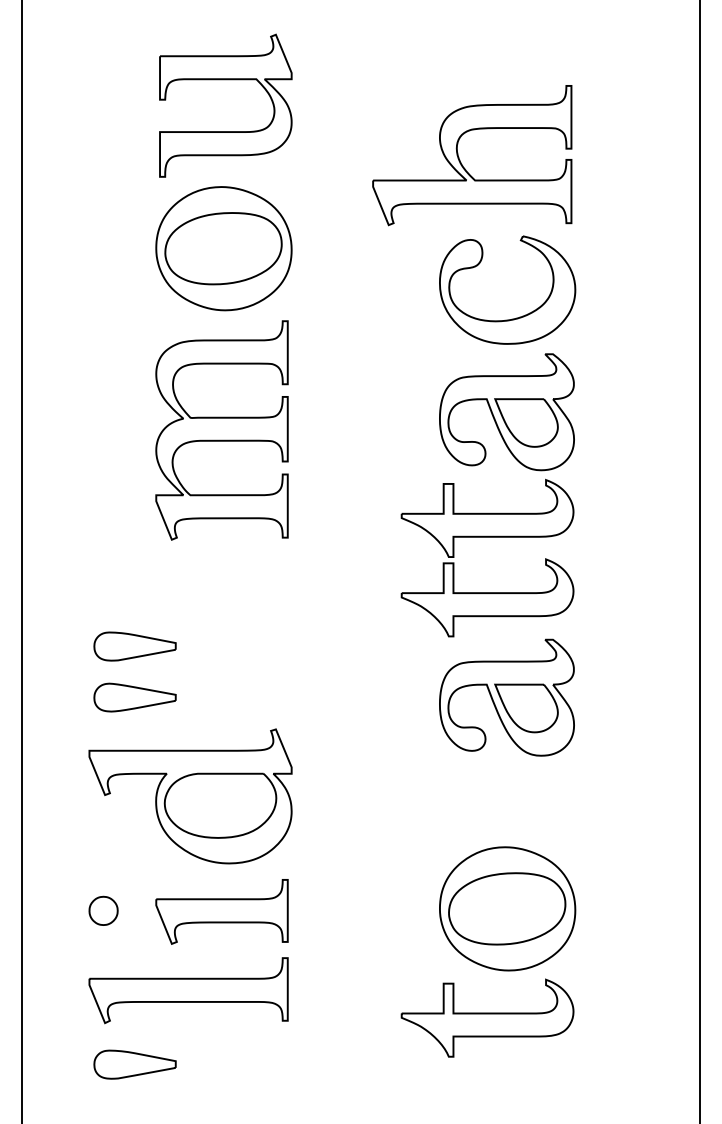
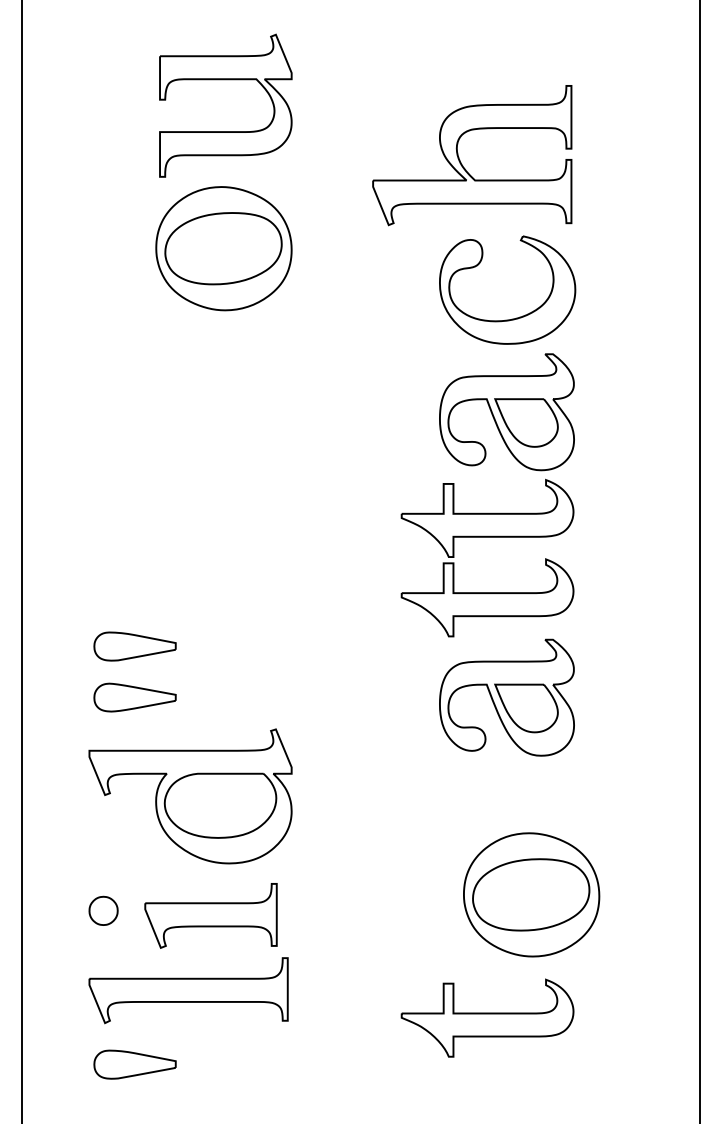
part at (221, 430): present -> none
part at (507, 908) position: (507, 908) -> (531, 894)
part at (221, 911) position: (221, 911) -> (210, 915)
